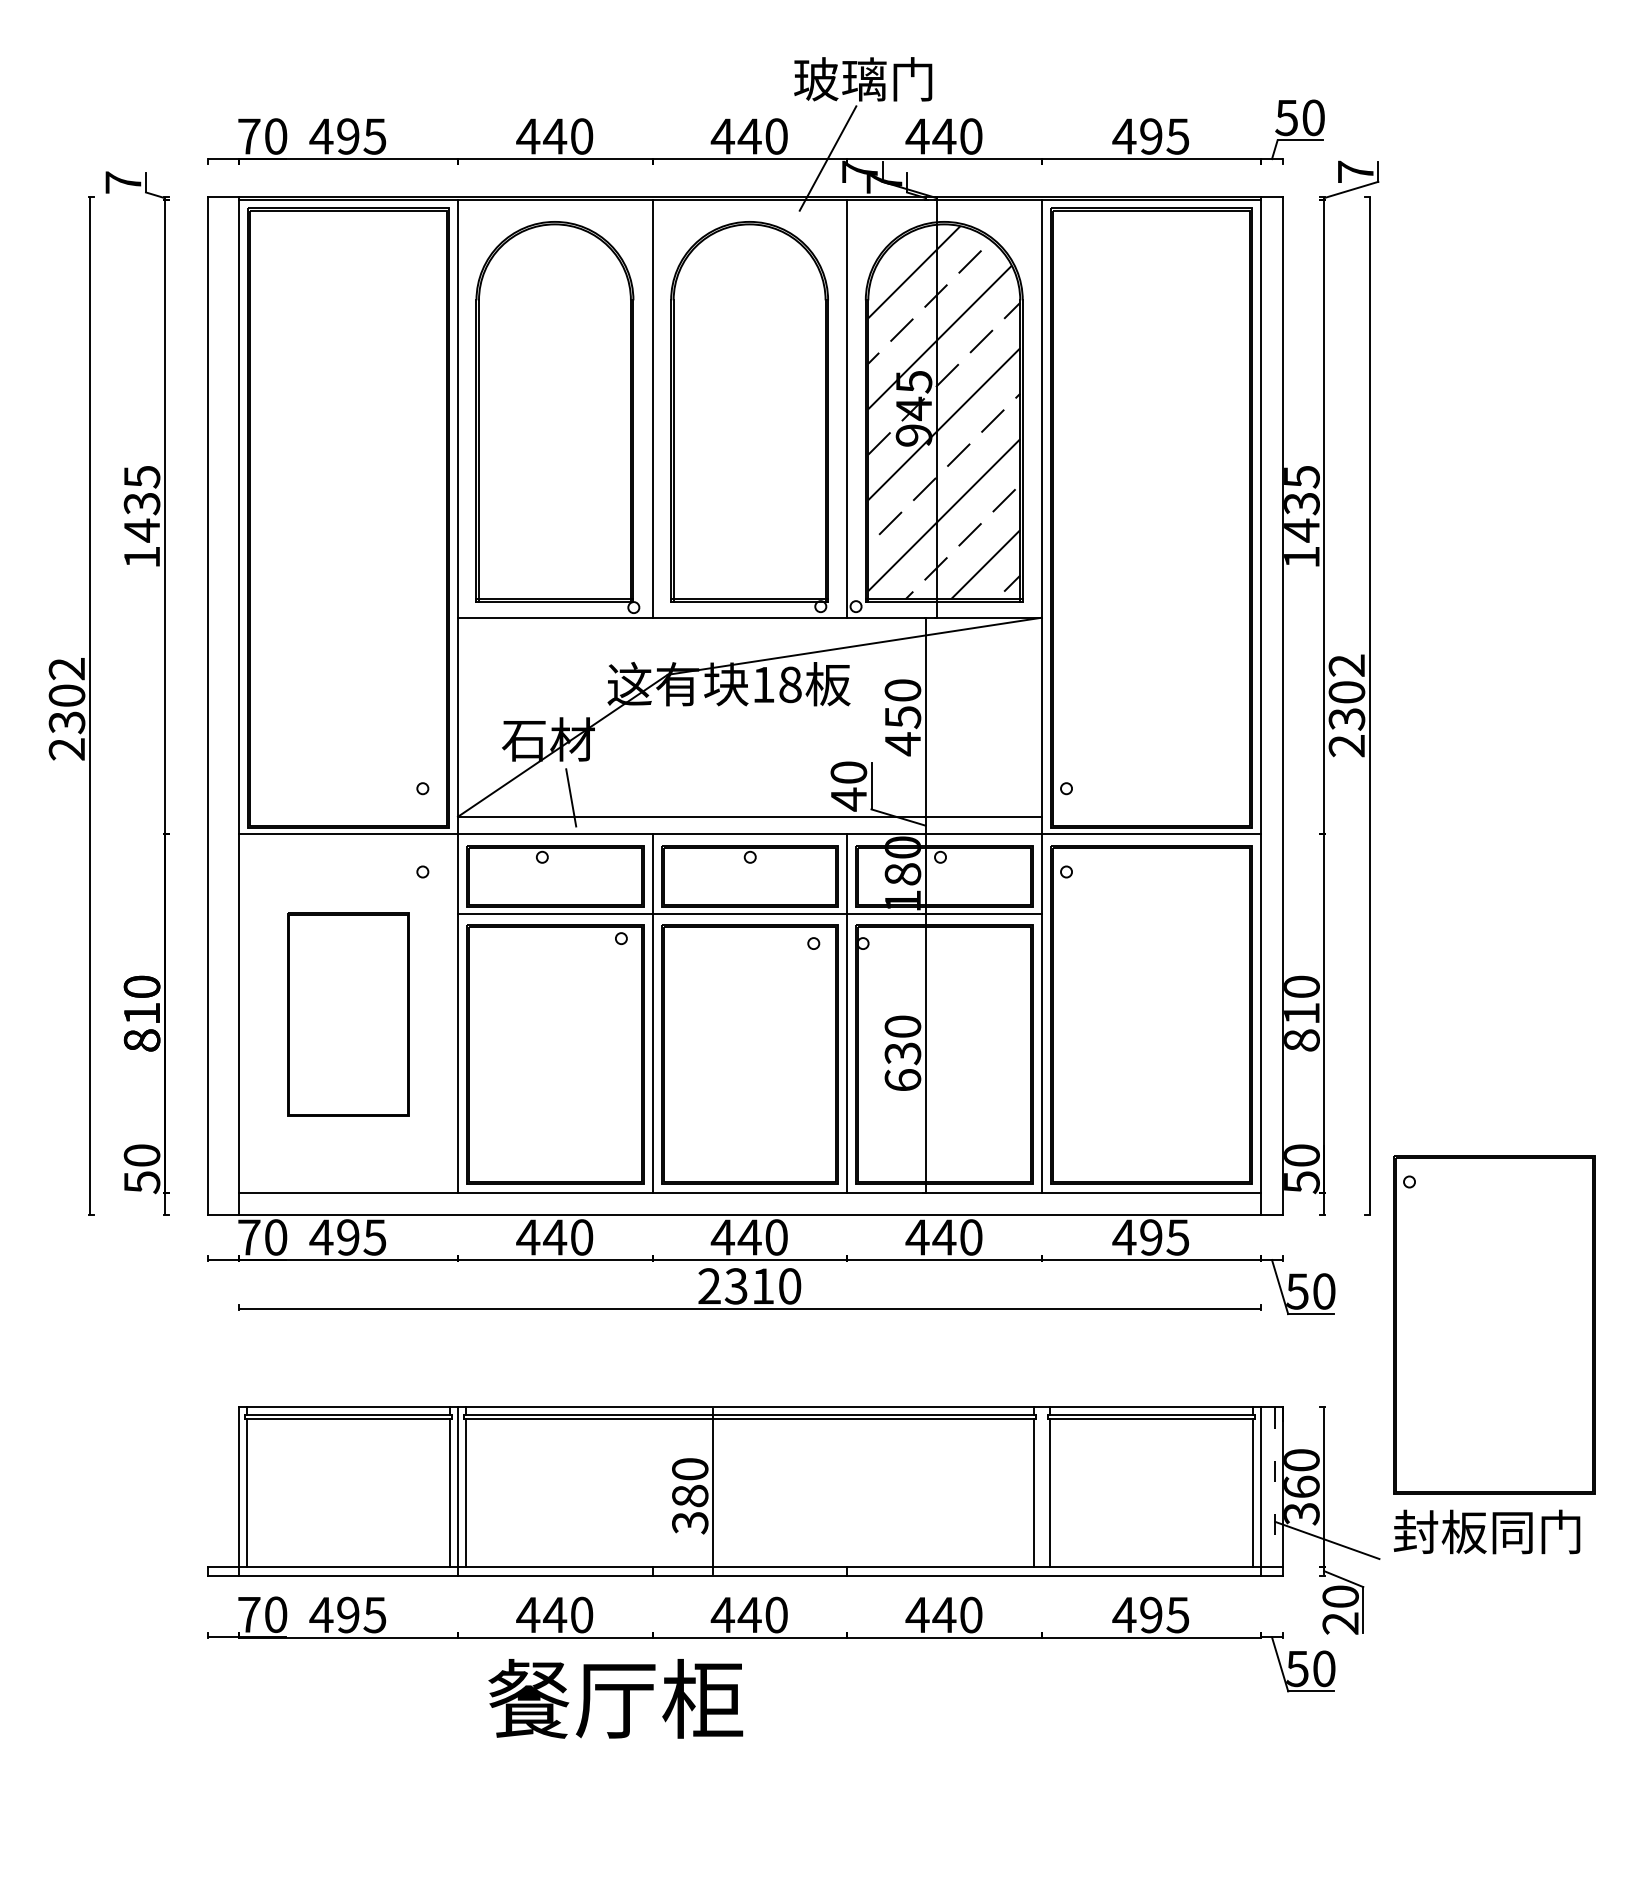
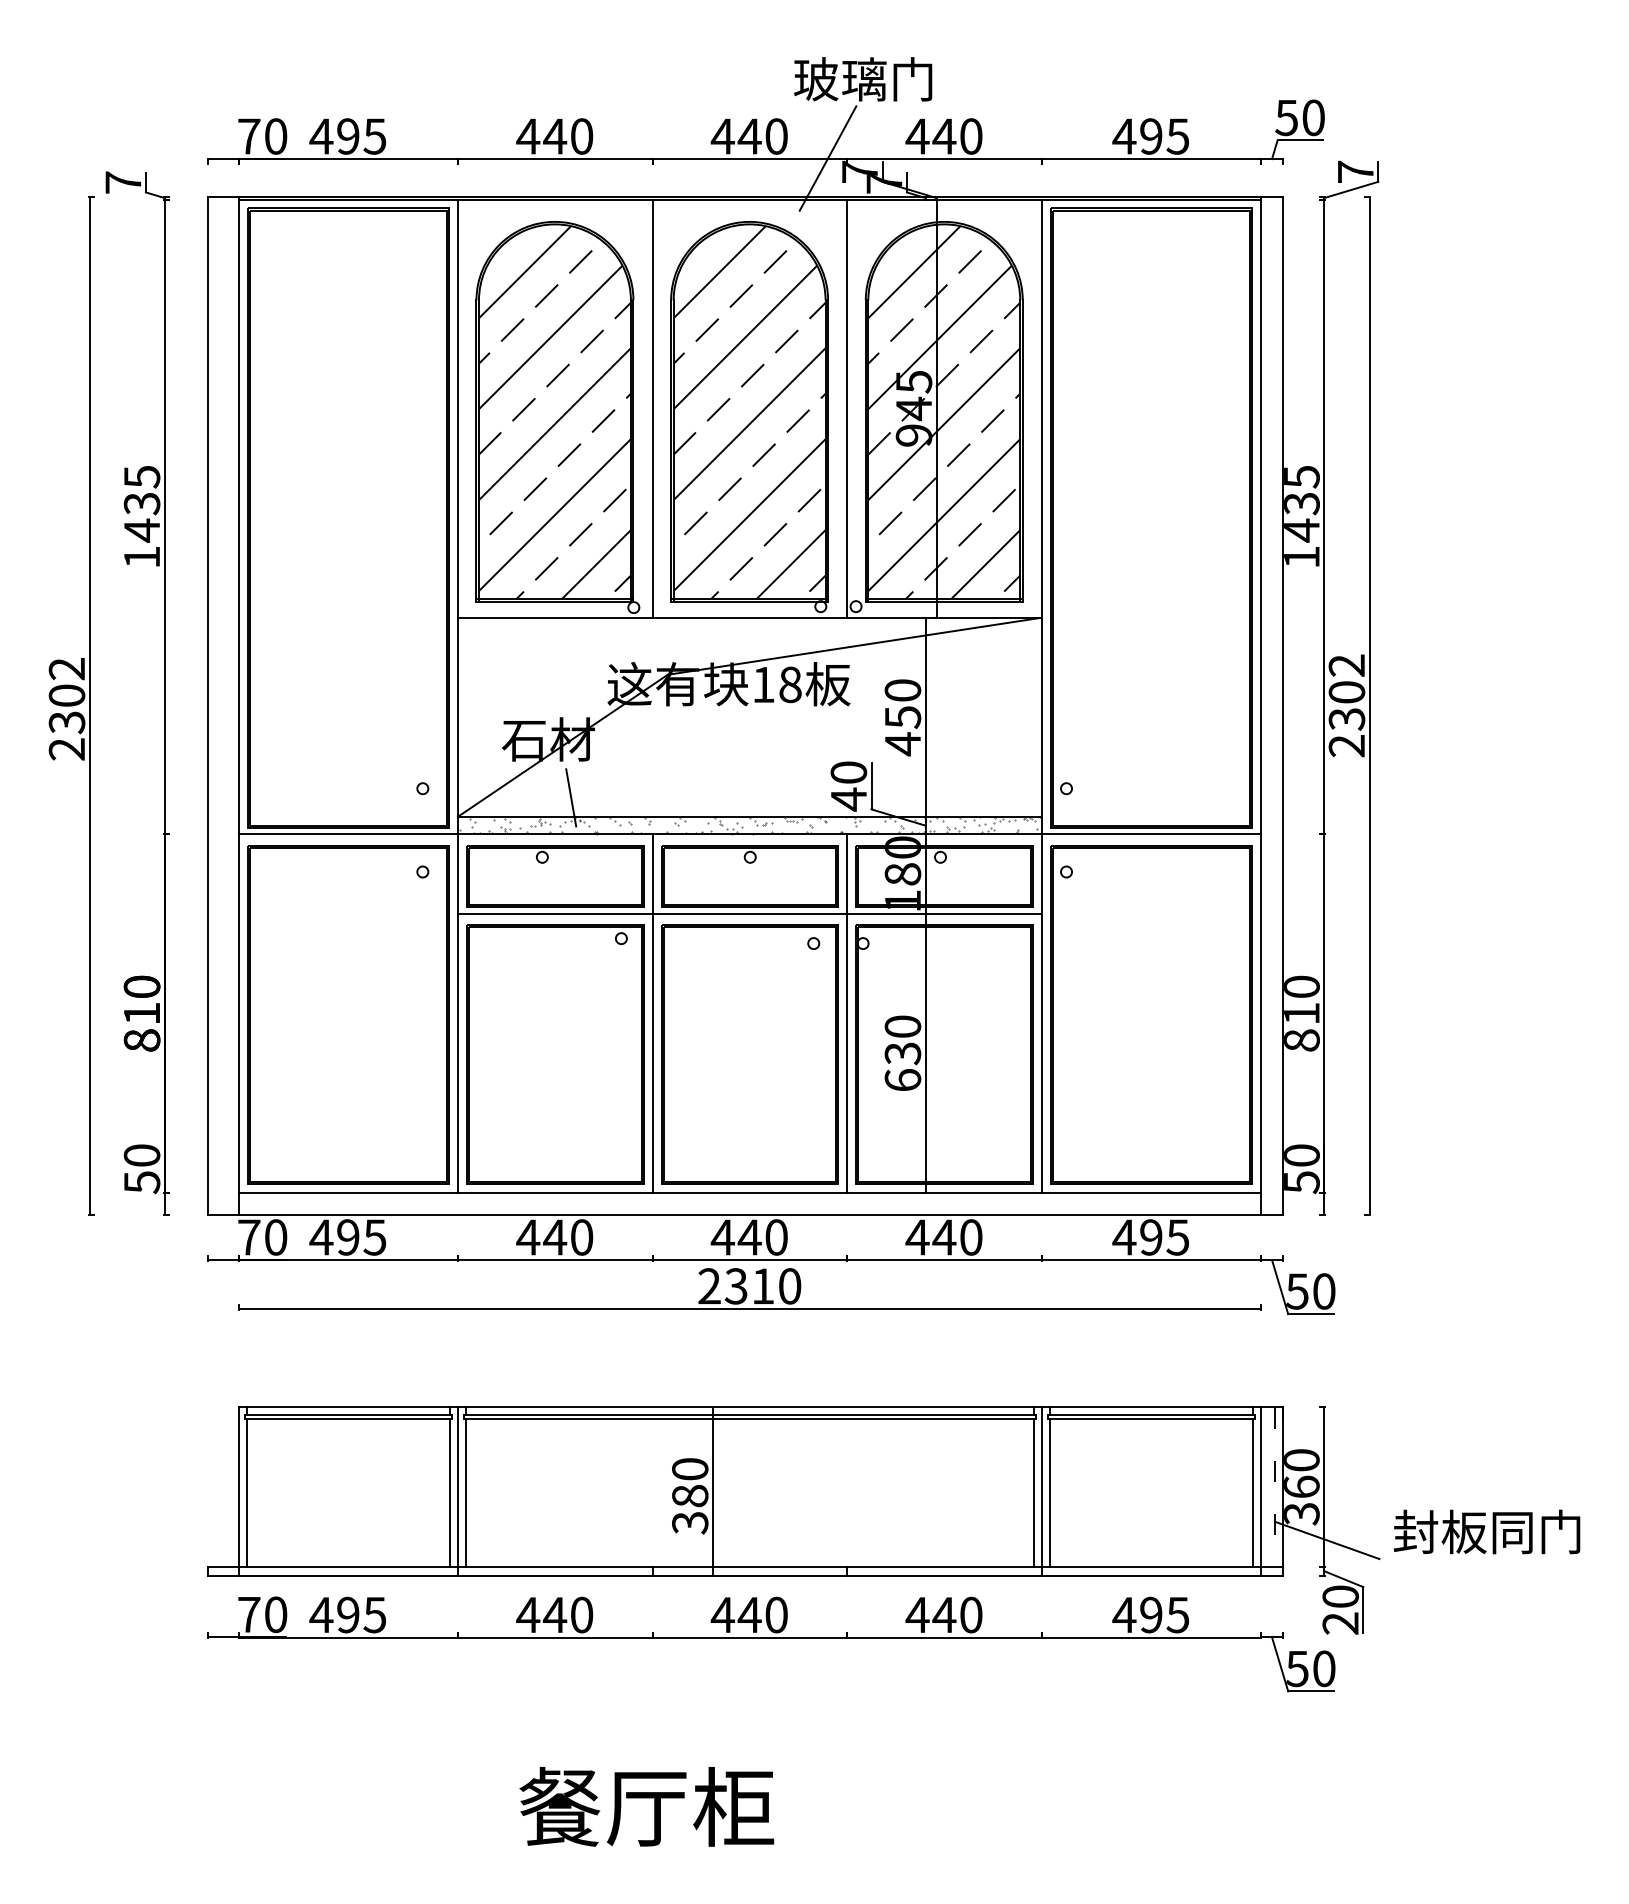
hatch at (554, 412): none -> present
hatch at (749, 412): none -> present
hatch at (749, 825): none -> present
part at (348, 1014) size: 123x205 px -> 203x340 px
part at (1494, 1324): present -> none
line at (1041, 1491): none -> present
text at (615, 1698) position: (615, 1698) -> (646, 1806)
